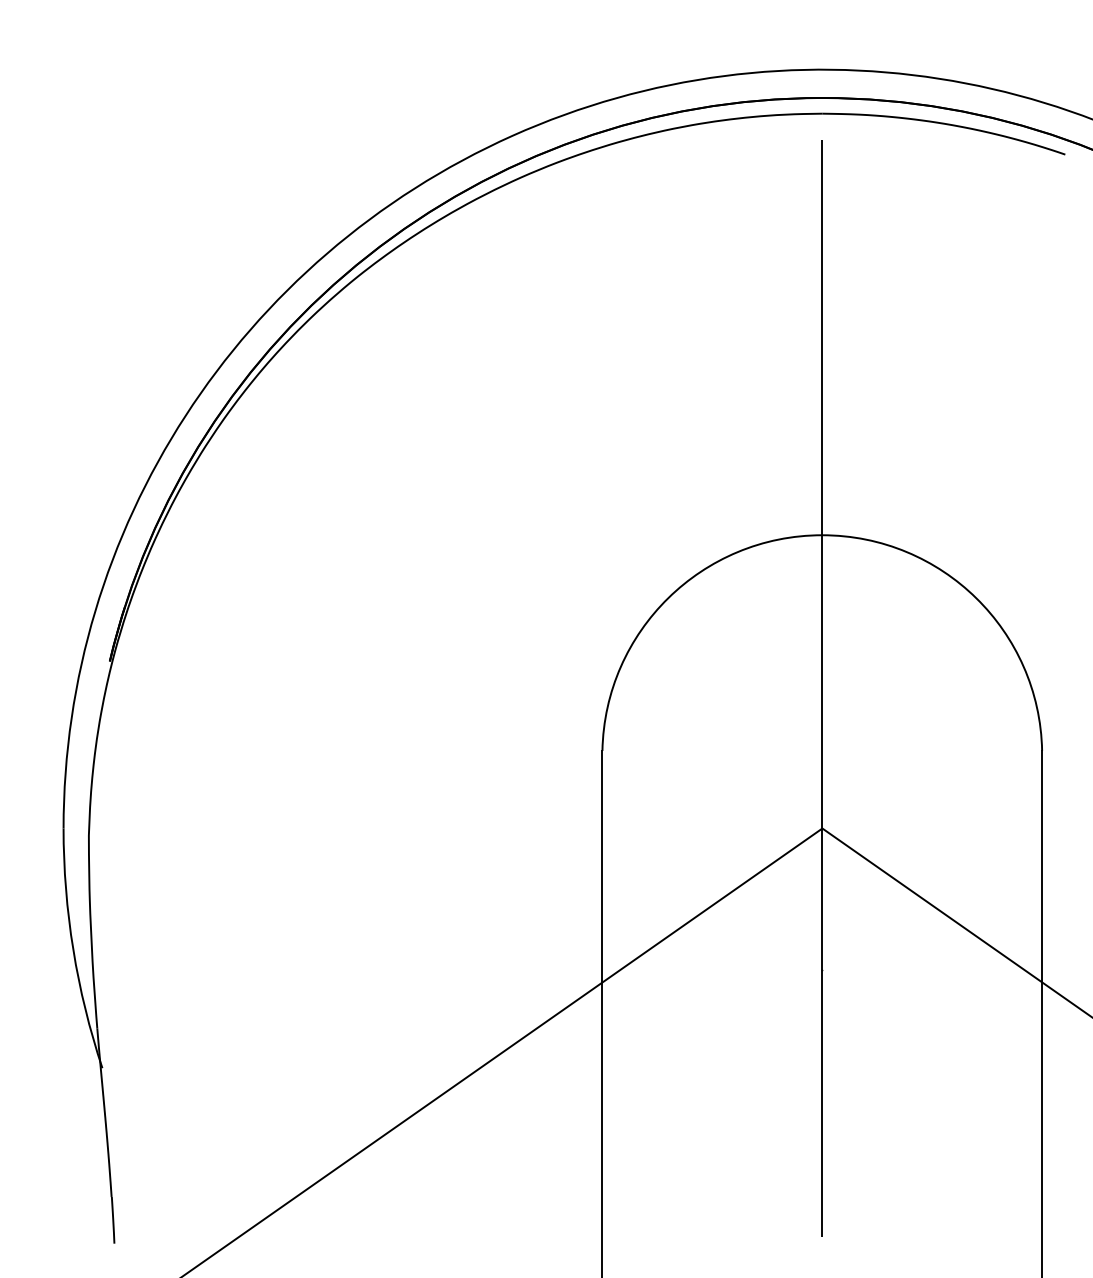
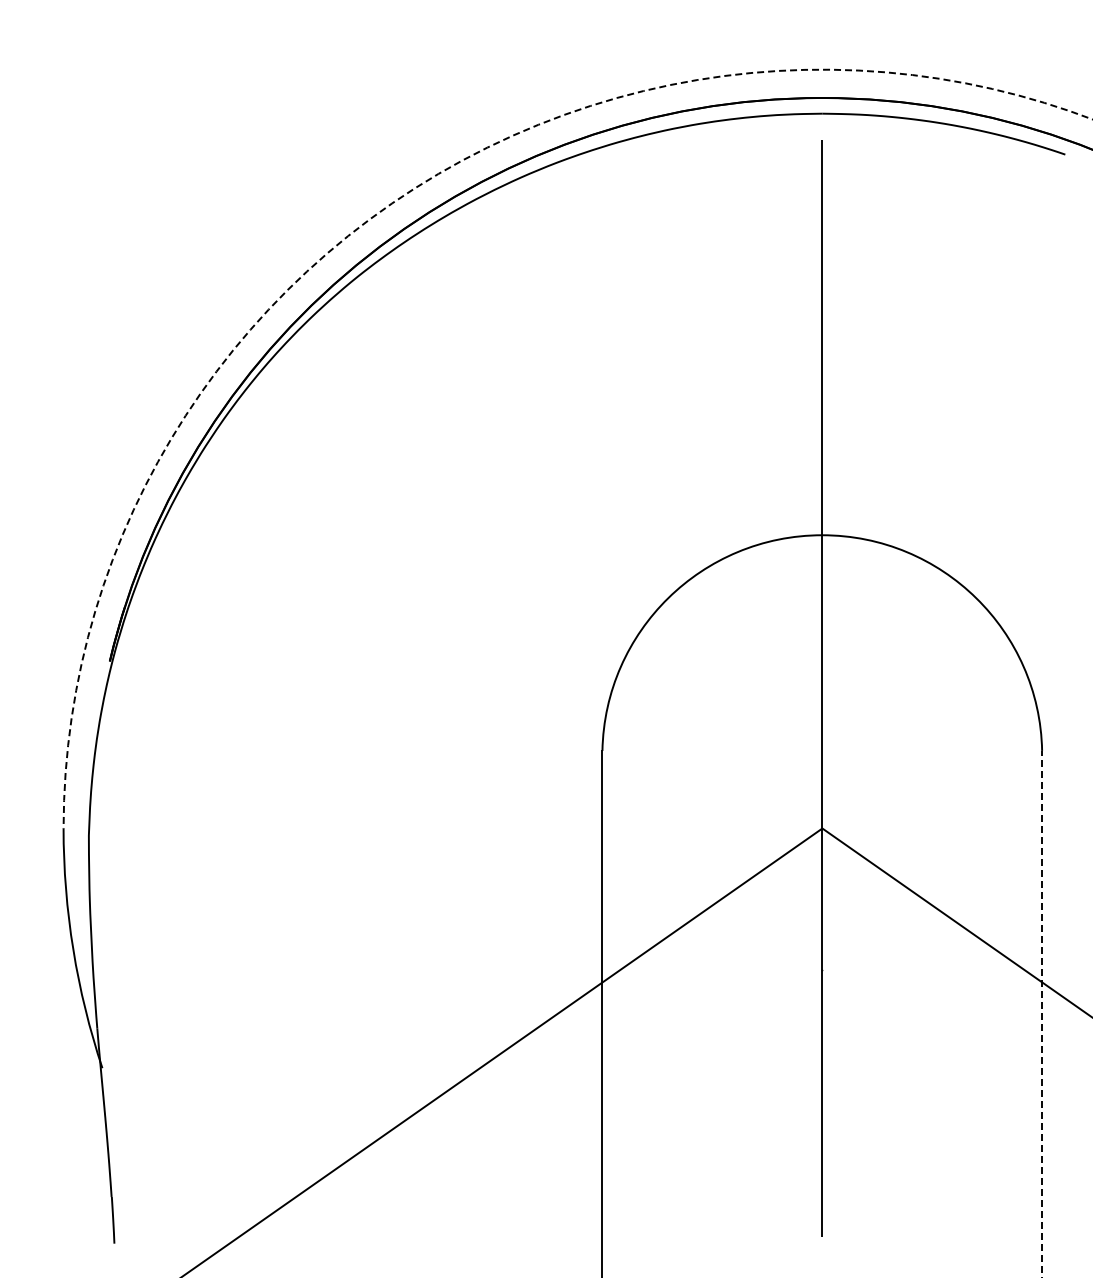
arc at (391, 204): solid -> dashed
line at (1042, 1013): solid -> dashed
